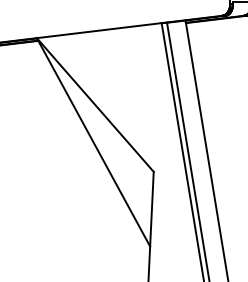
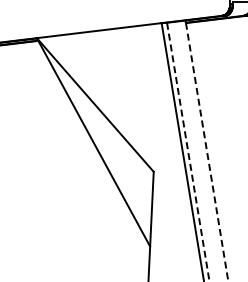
line at (188, 152): solid -> dashed
line at (207, 152): solid -> dashed
